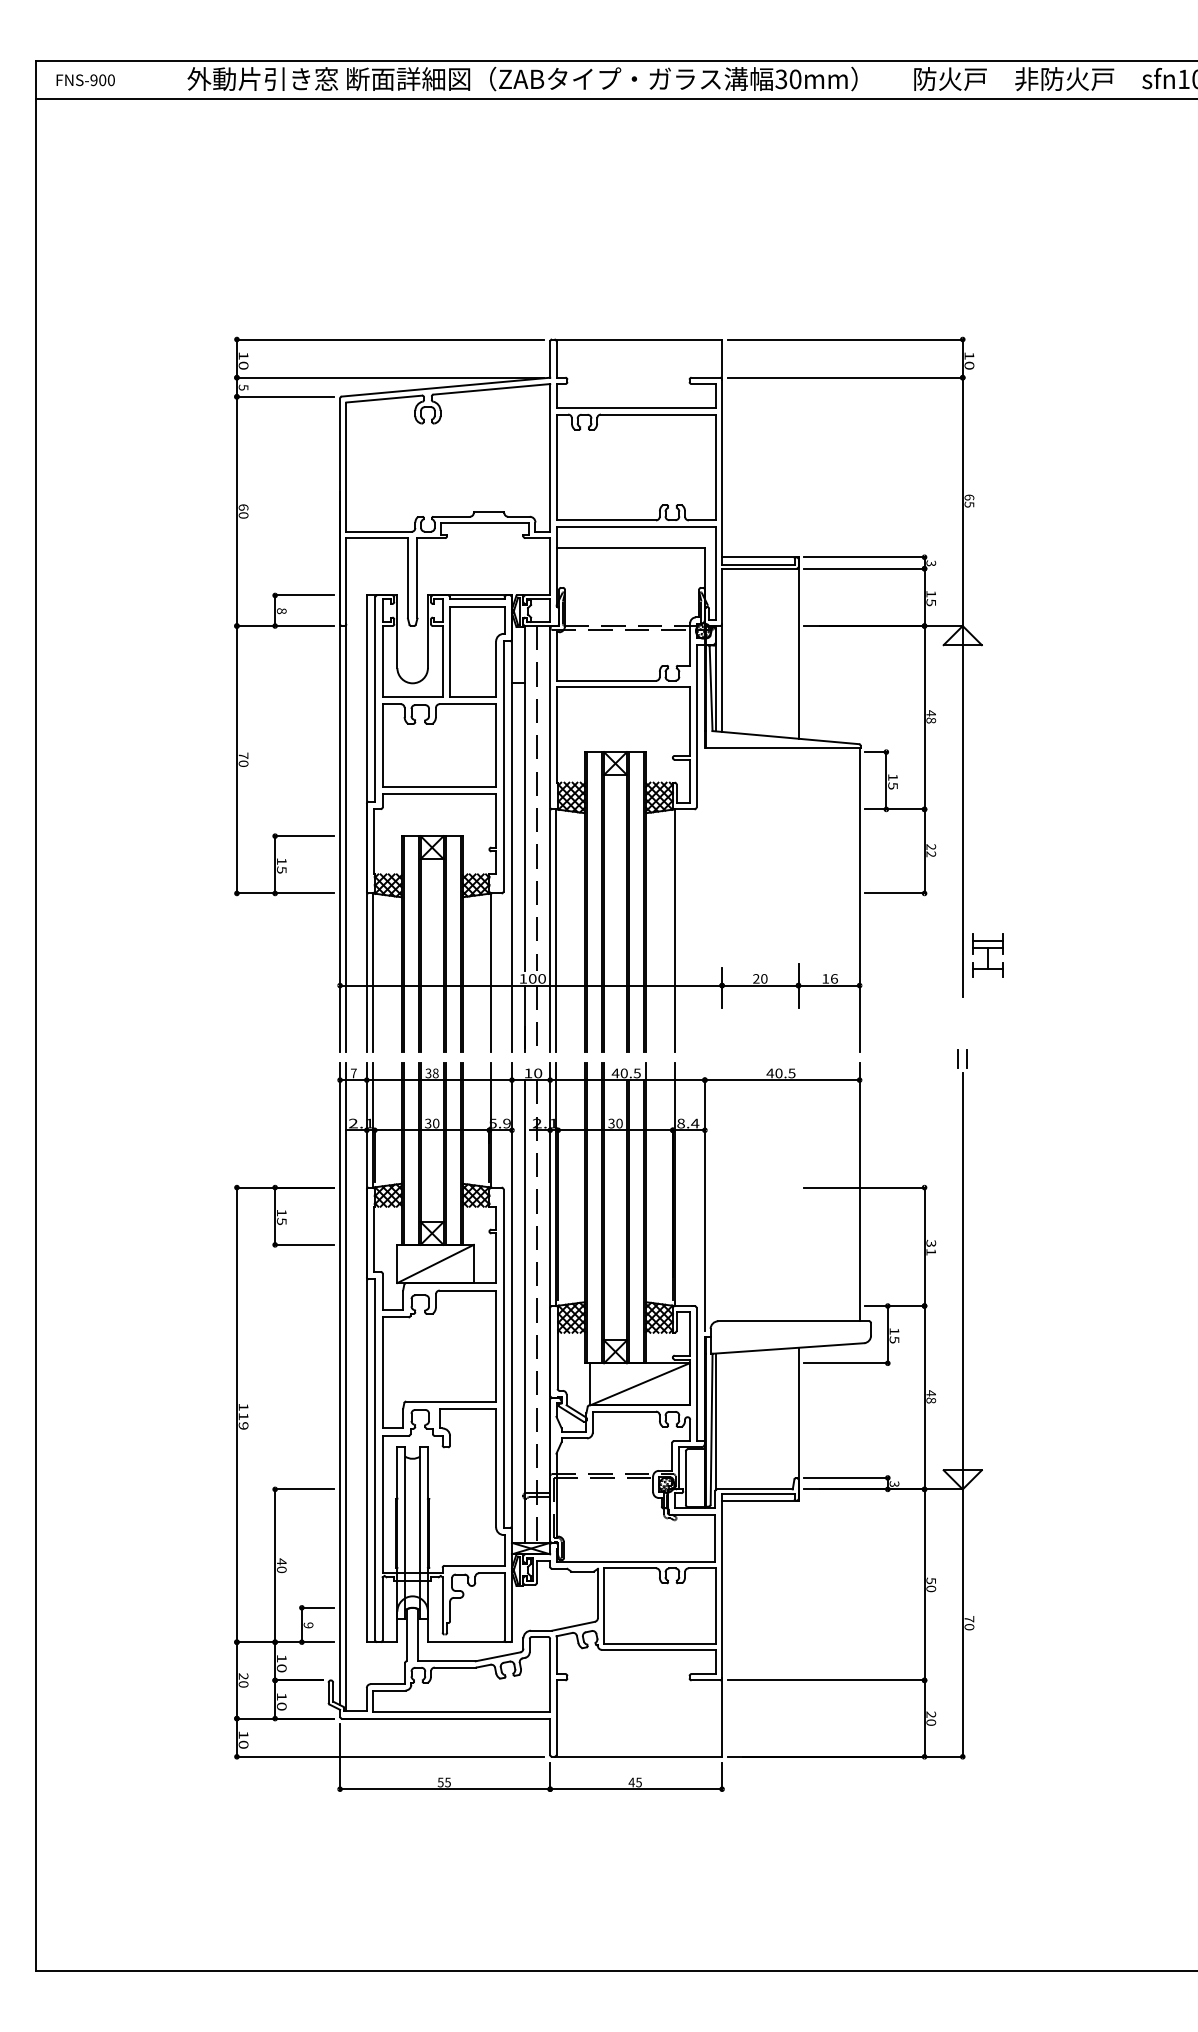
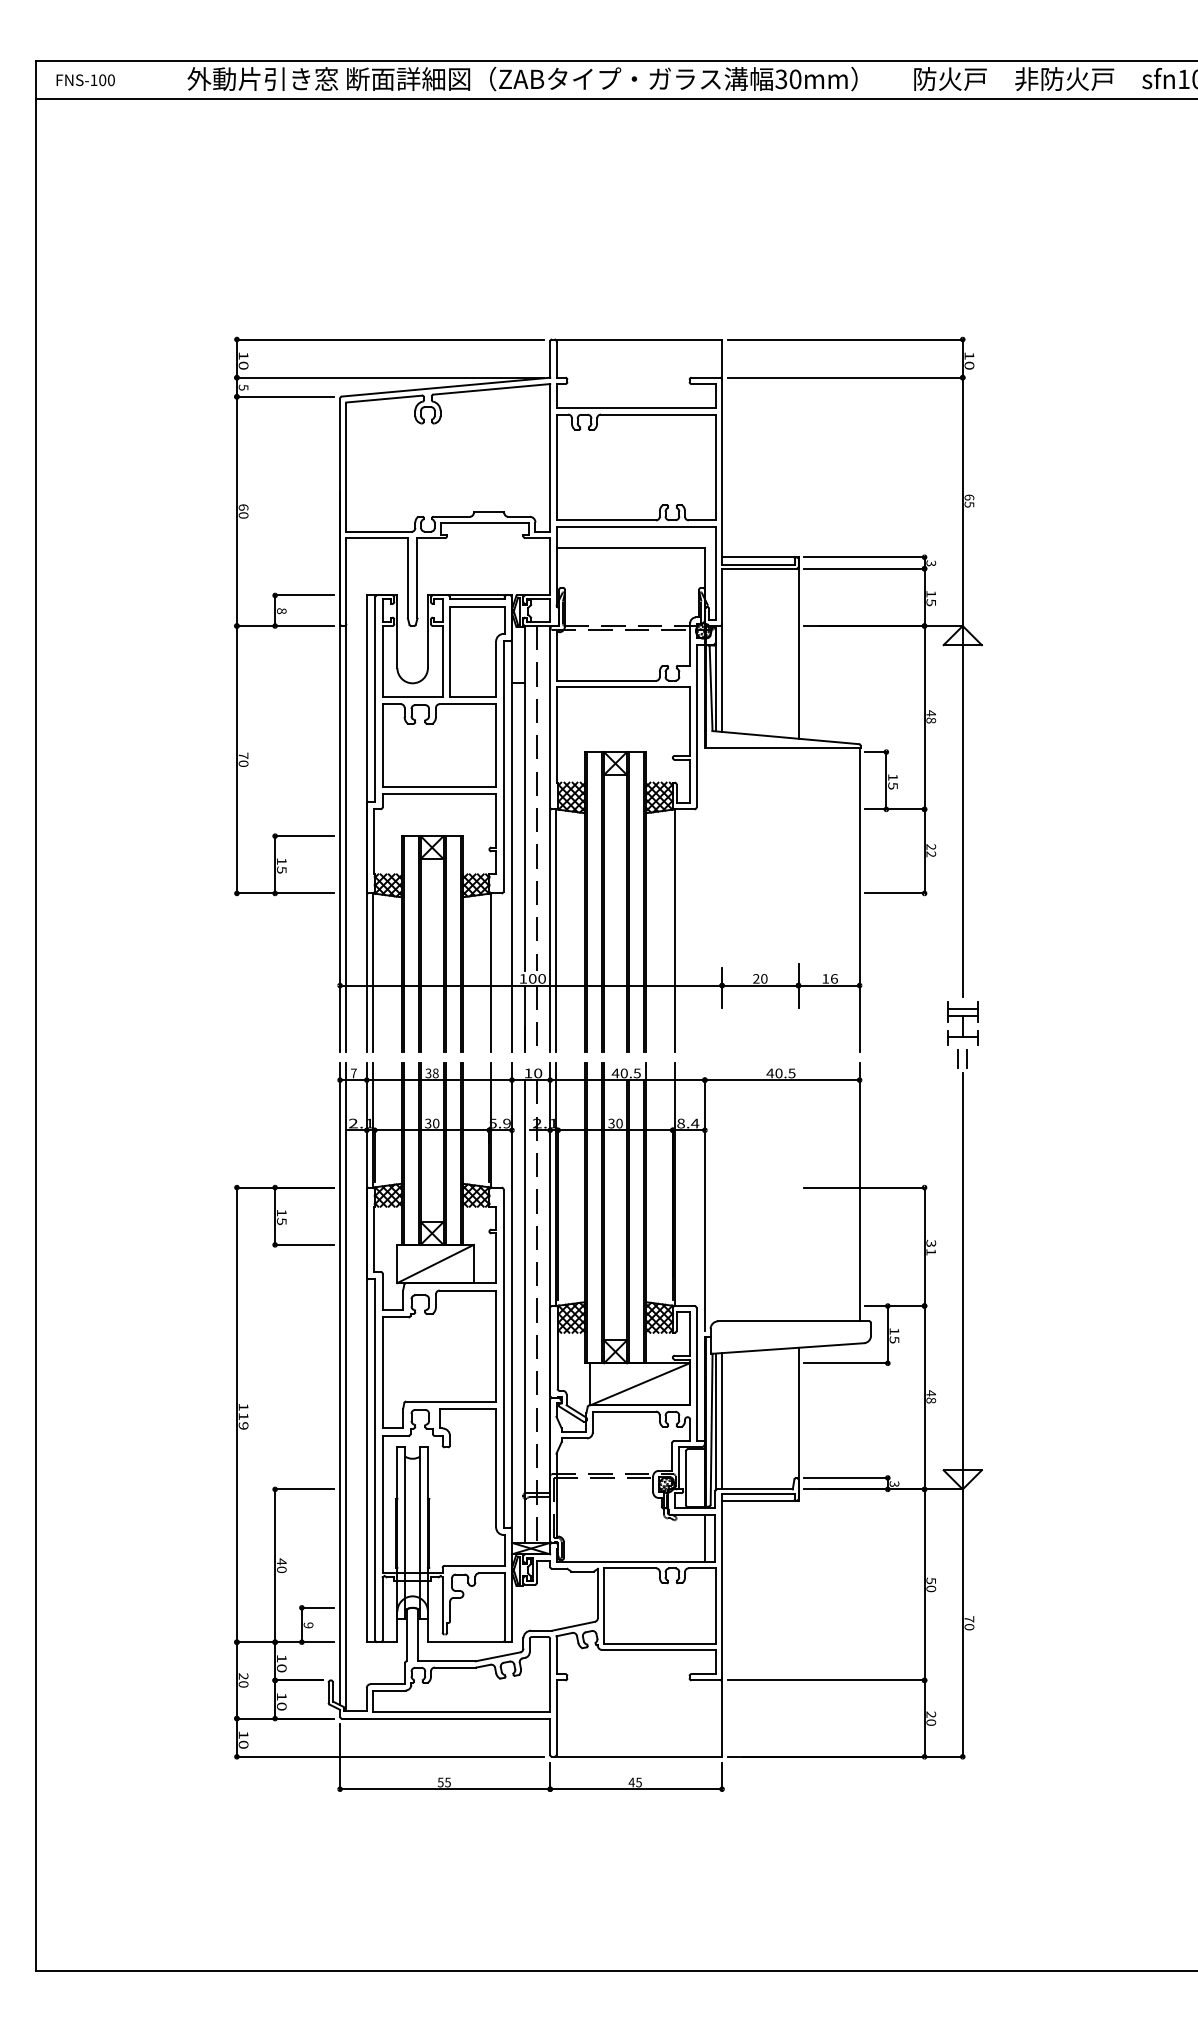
text at (93, 80): FNS-900 -> FNS-100
part at (987, 955) position: (987, 955) -> (962, 1023)
line at (722, 1421): none -> present
line at (704, 1537): none -> present
